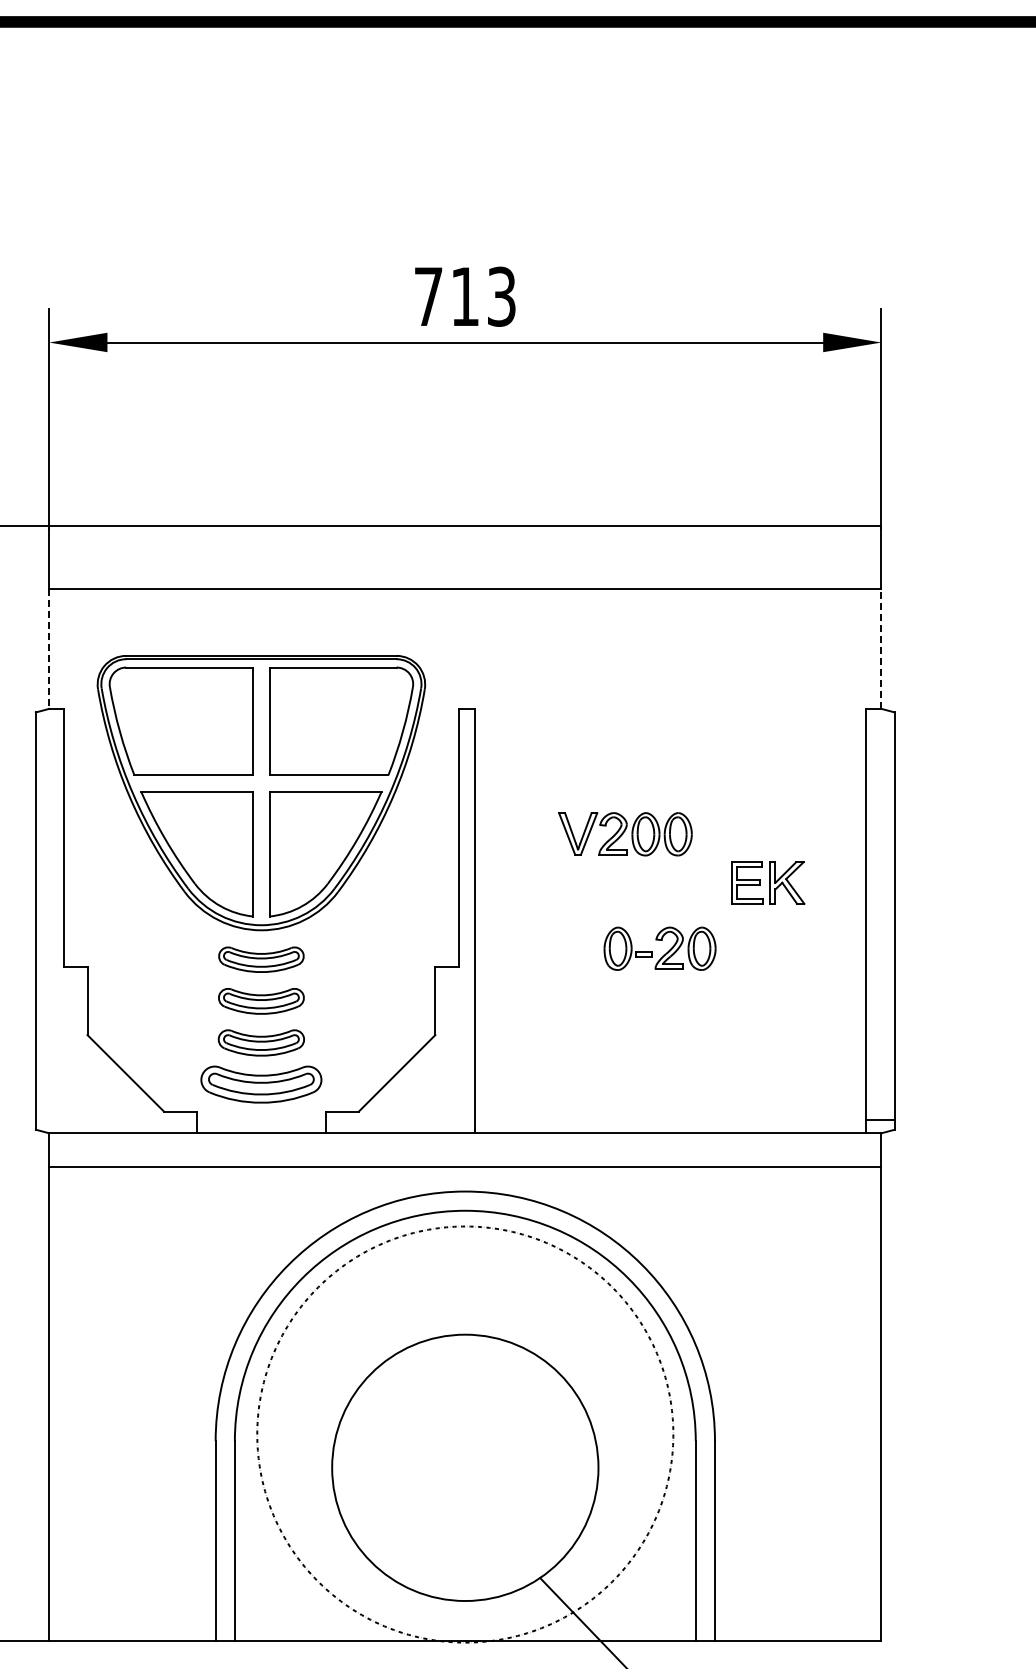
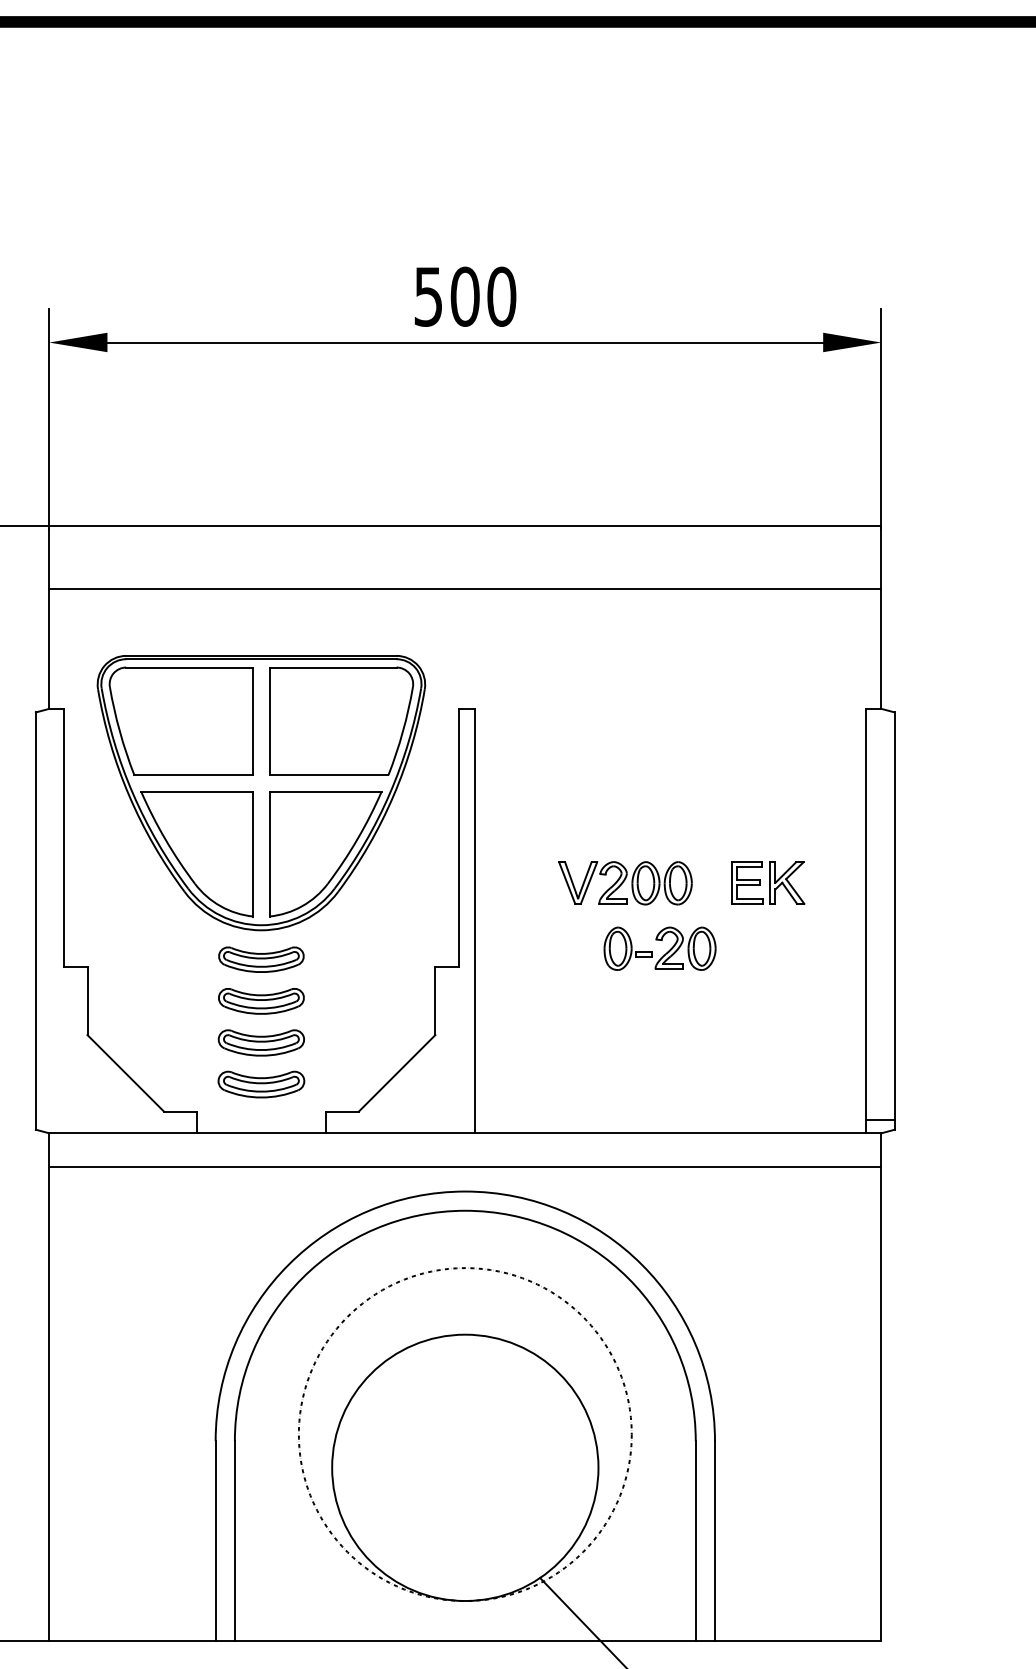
text at (465, 296): 713 -> 500
line at (49, 648): dashed -> solid
line at (881, 648): dashed -> solid
part at (625, 834) position: (625, 834) -> (625, 883)
part at (261, 1084) size: 123x39 px -> 89x29 px
circle at (465, 1434) diameter: 416 px -> 333 px
